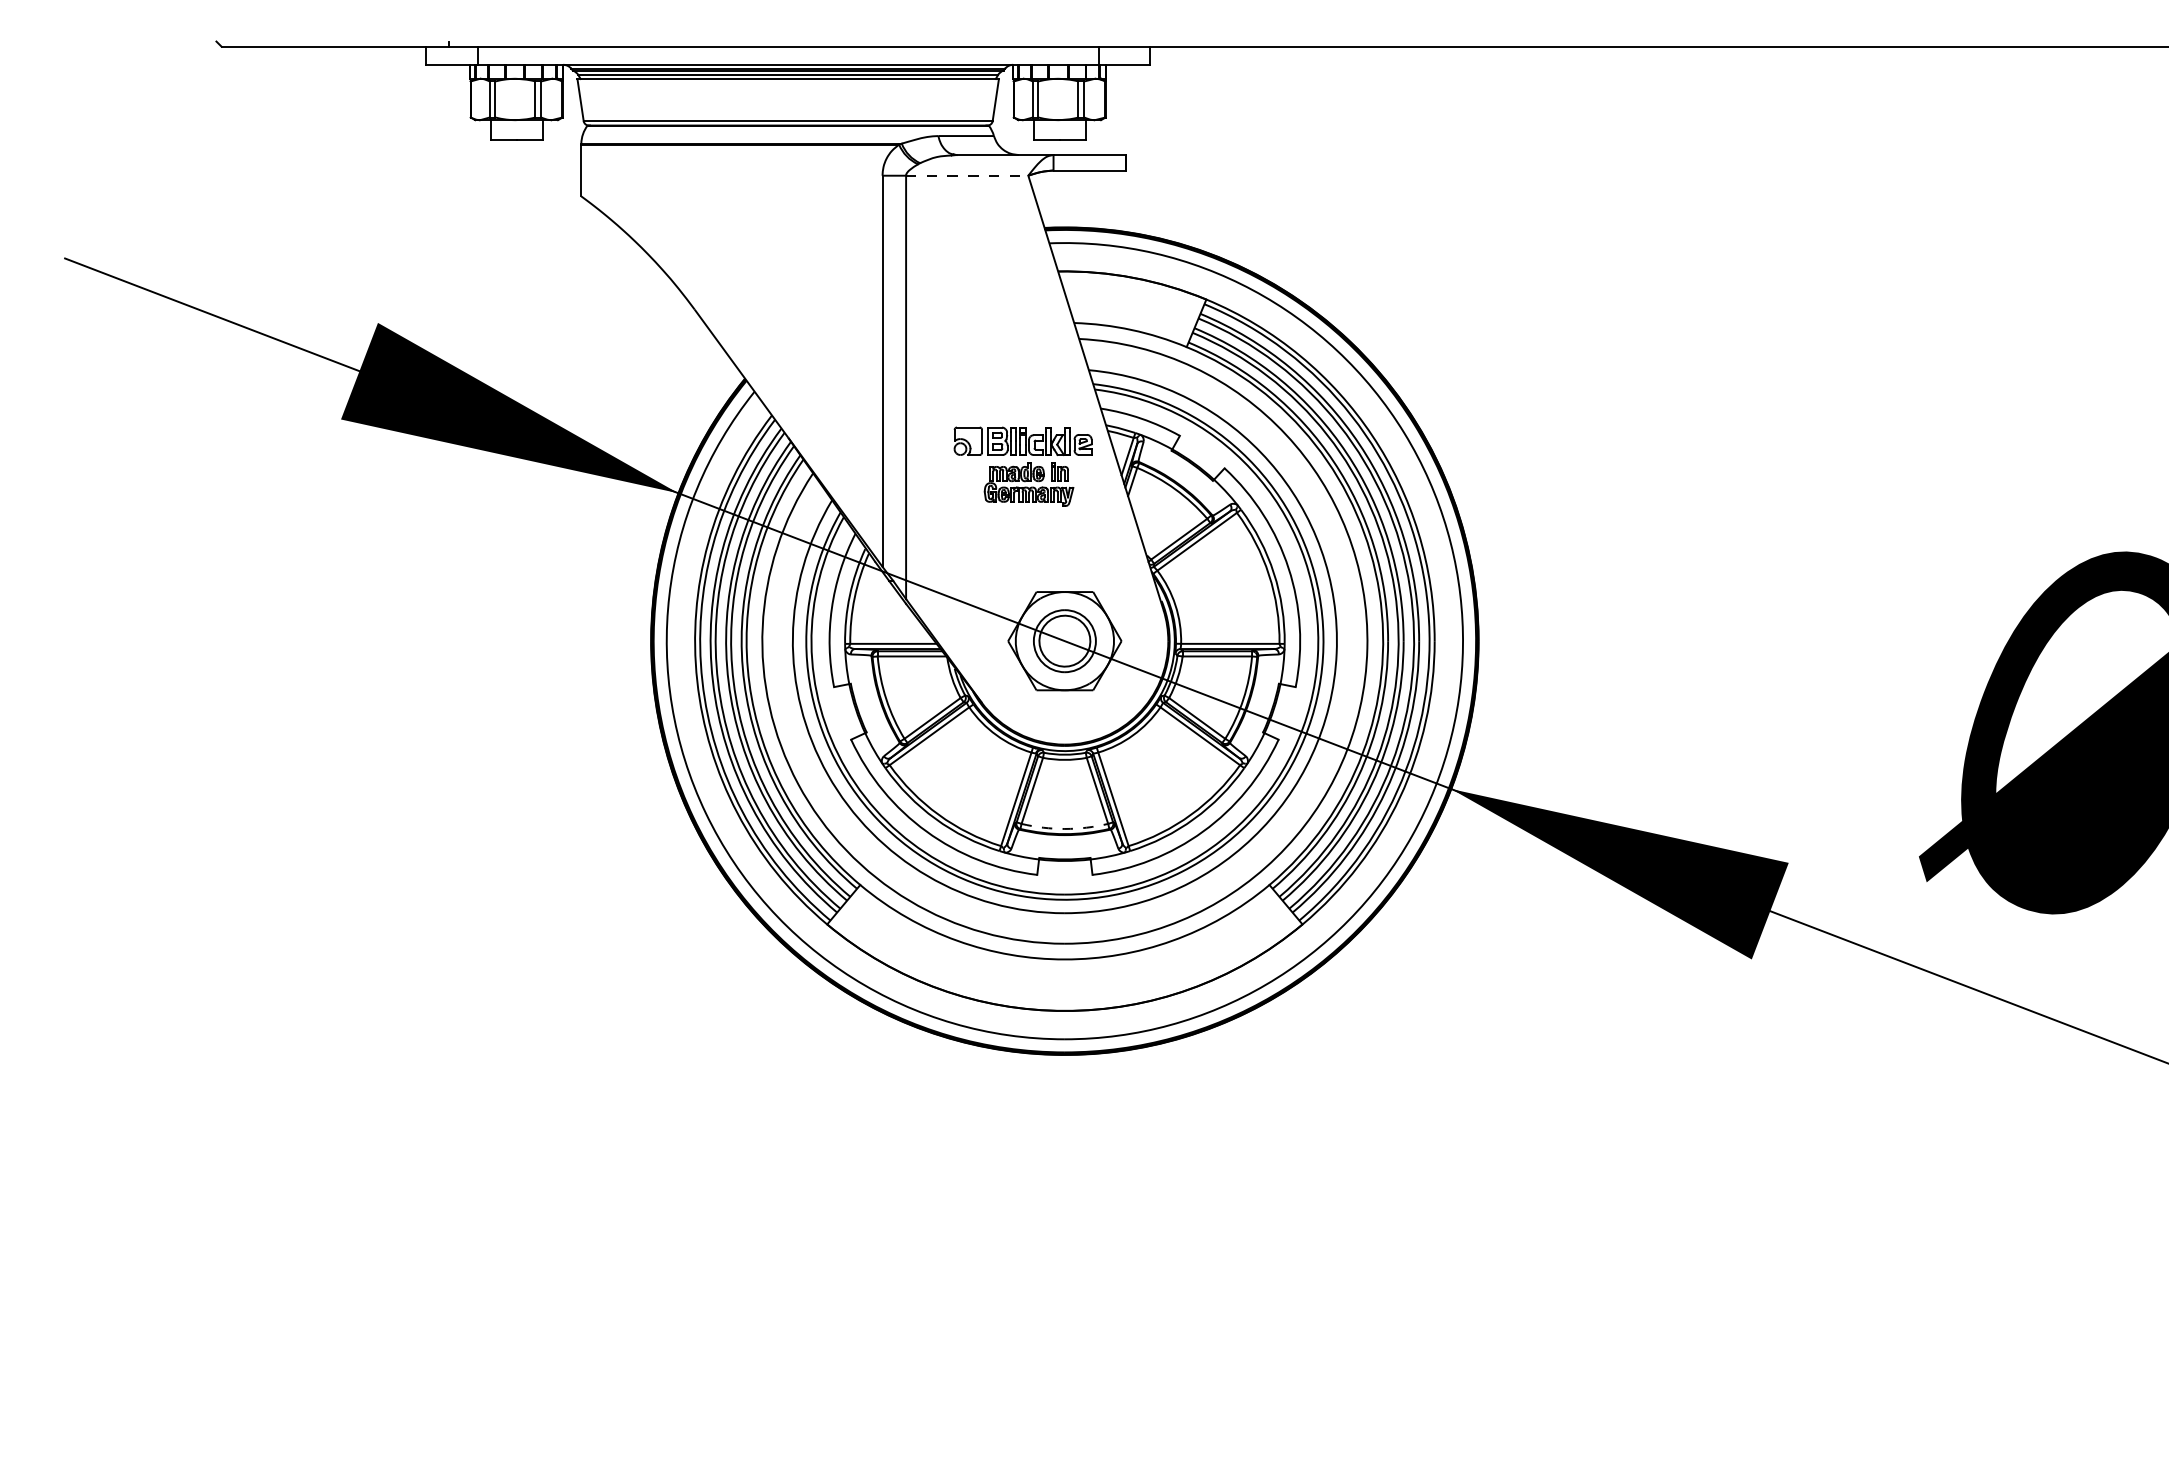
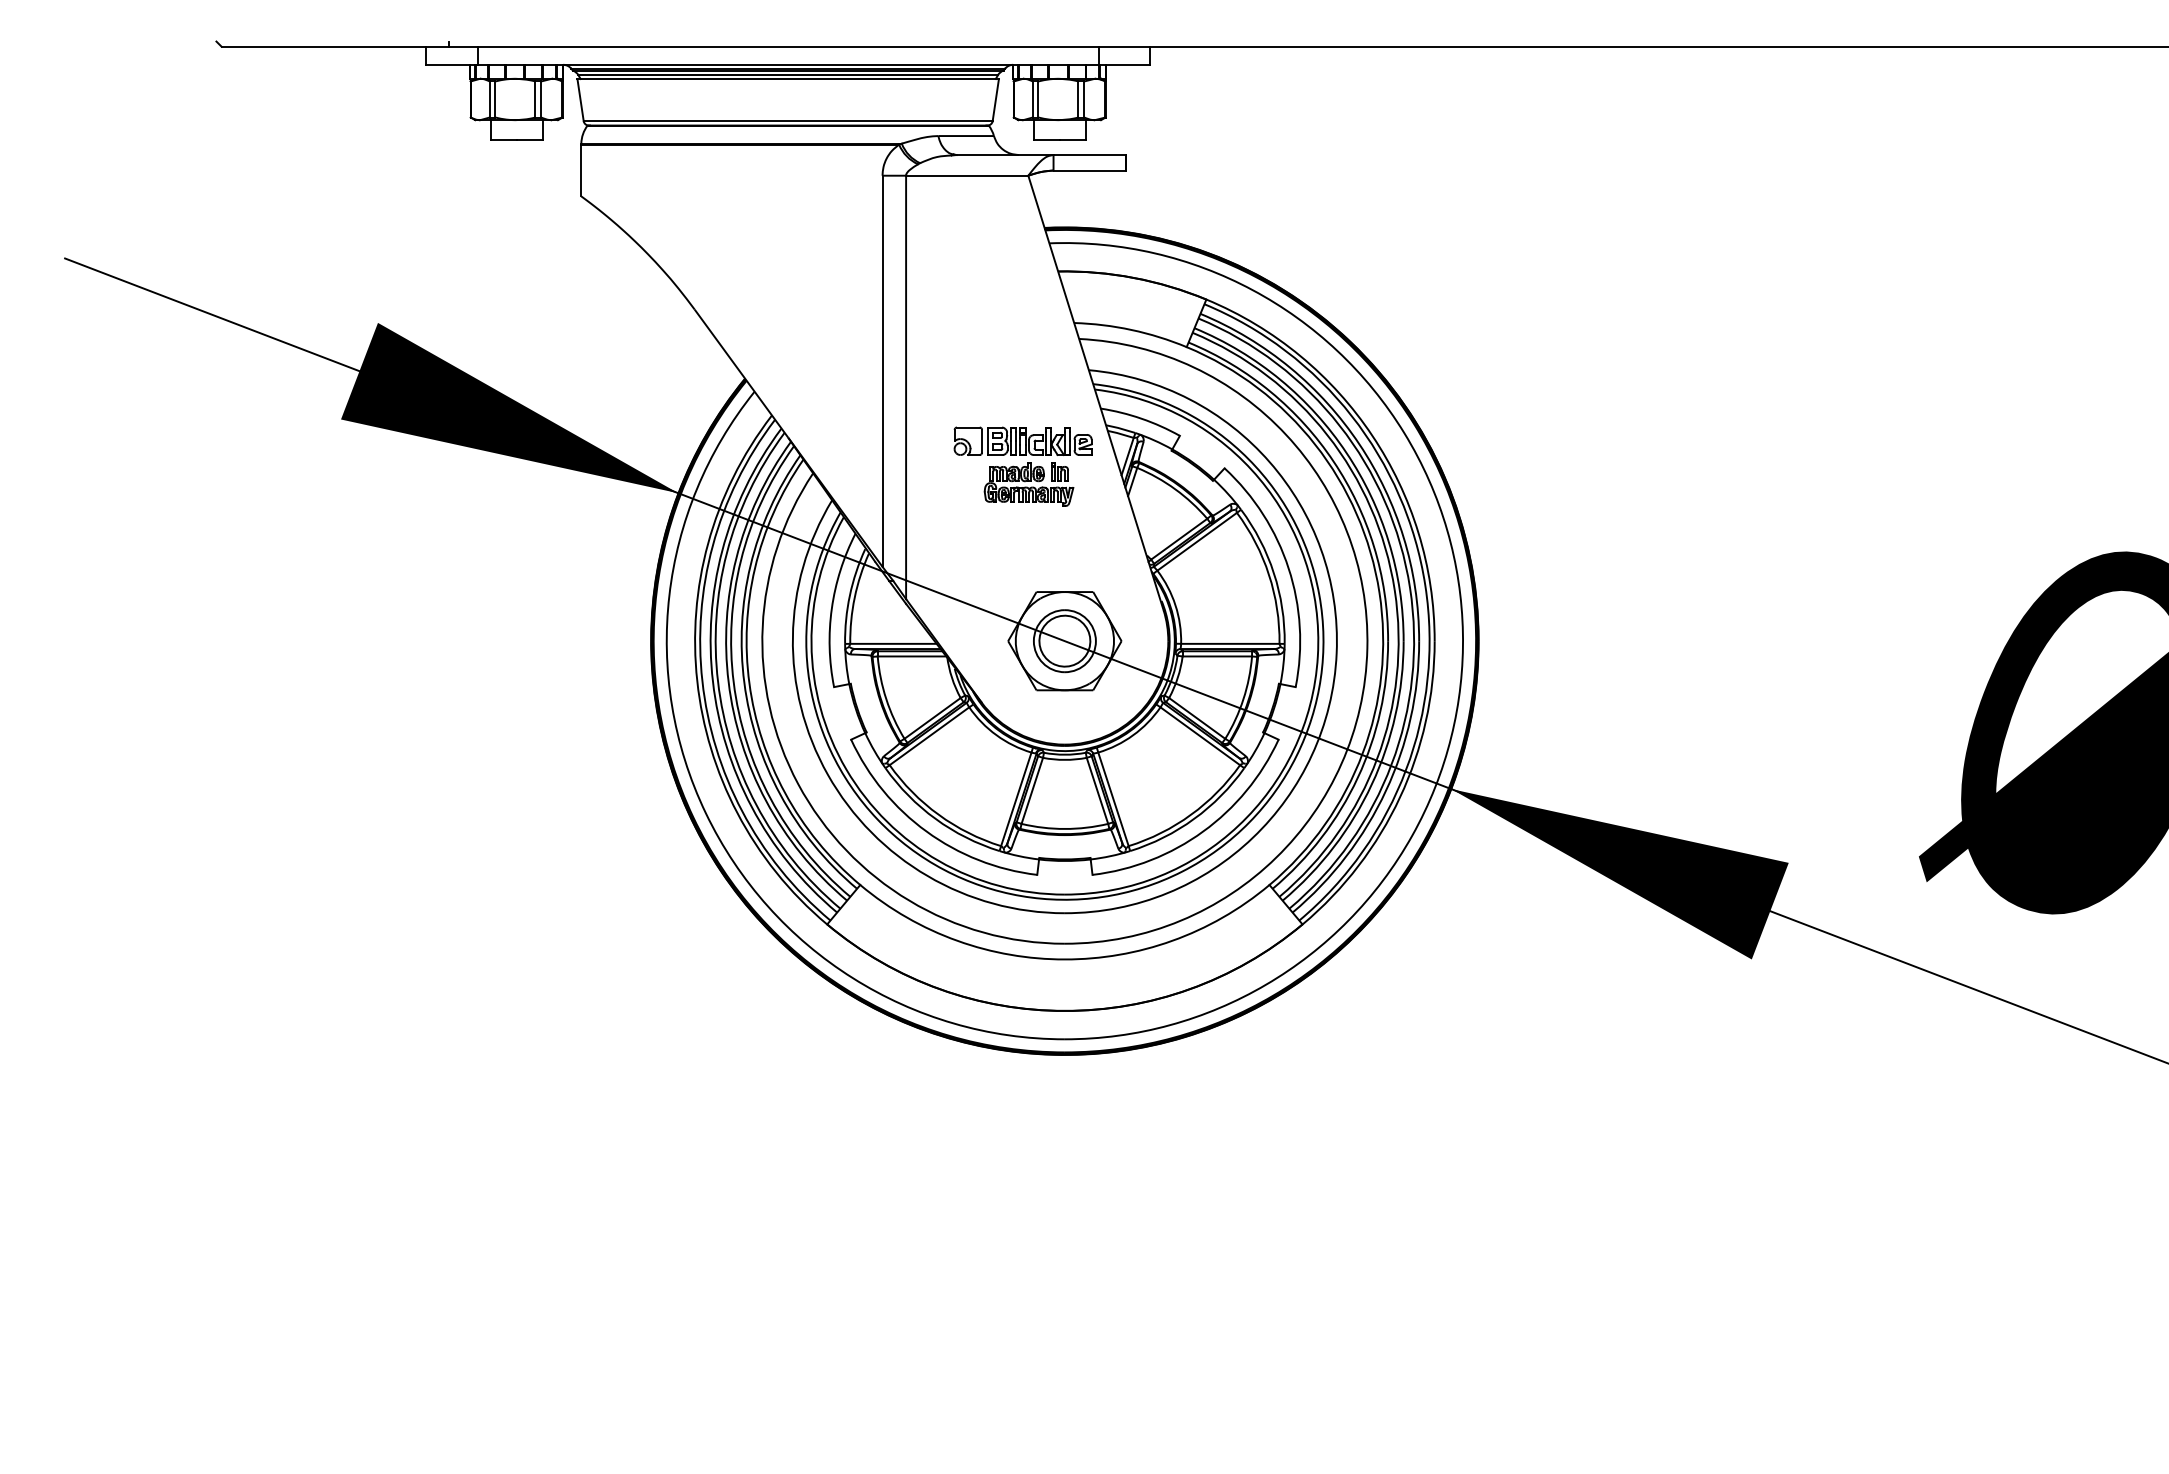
line at (967, 175): dashed -> solid
arc at (1064, 828): dashed -> solid
